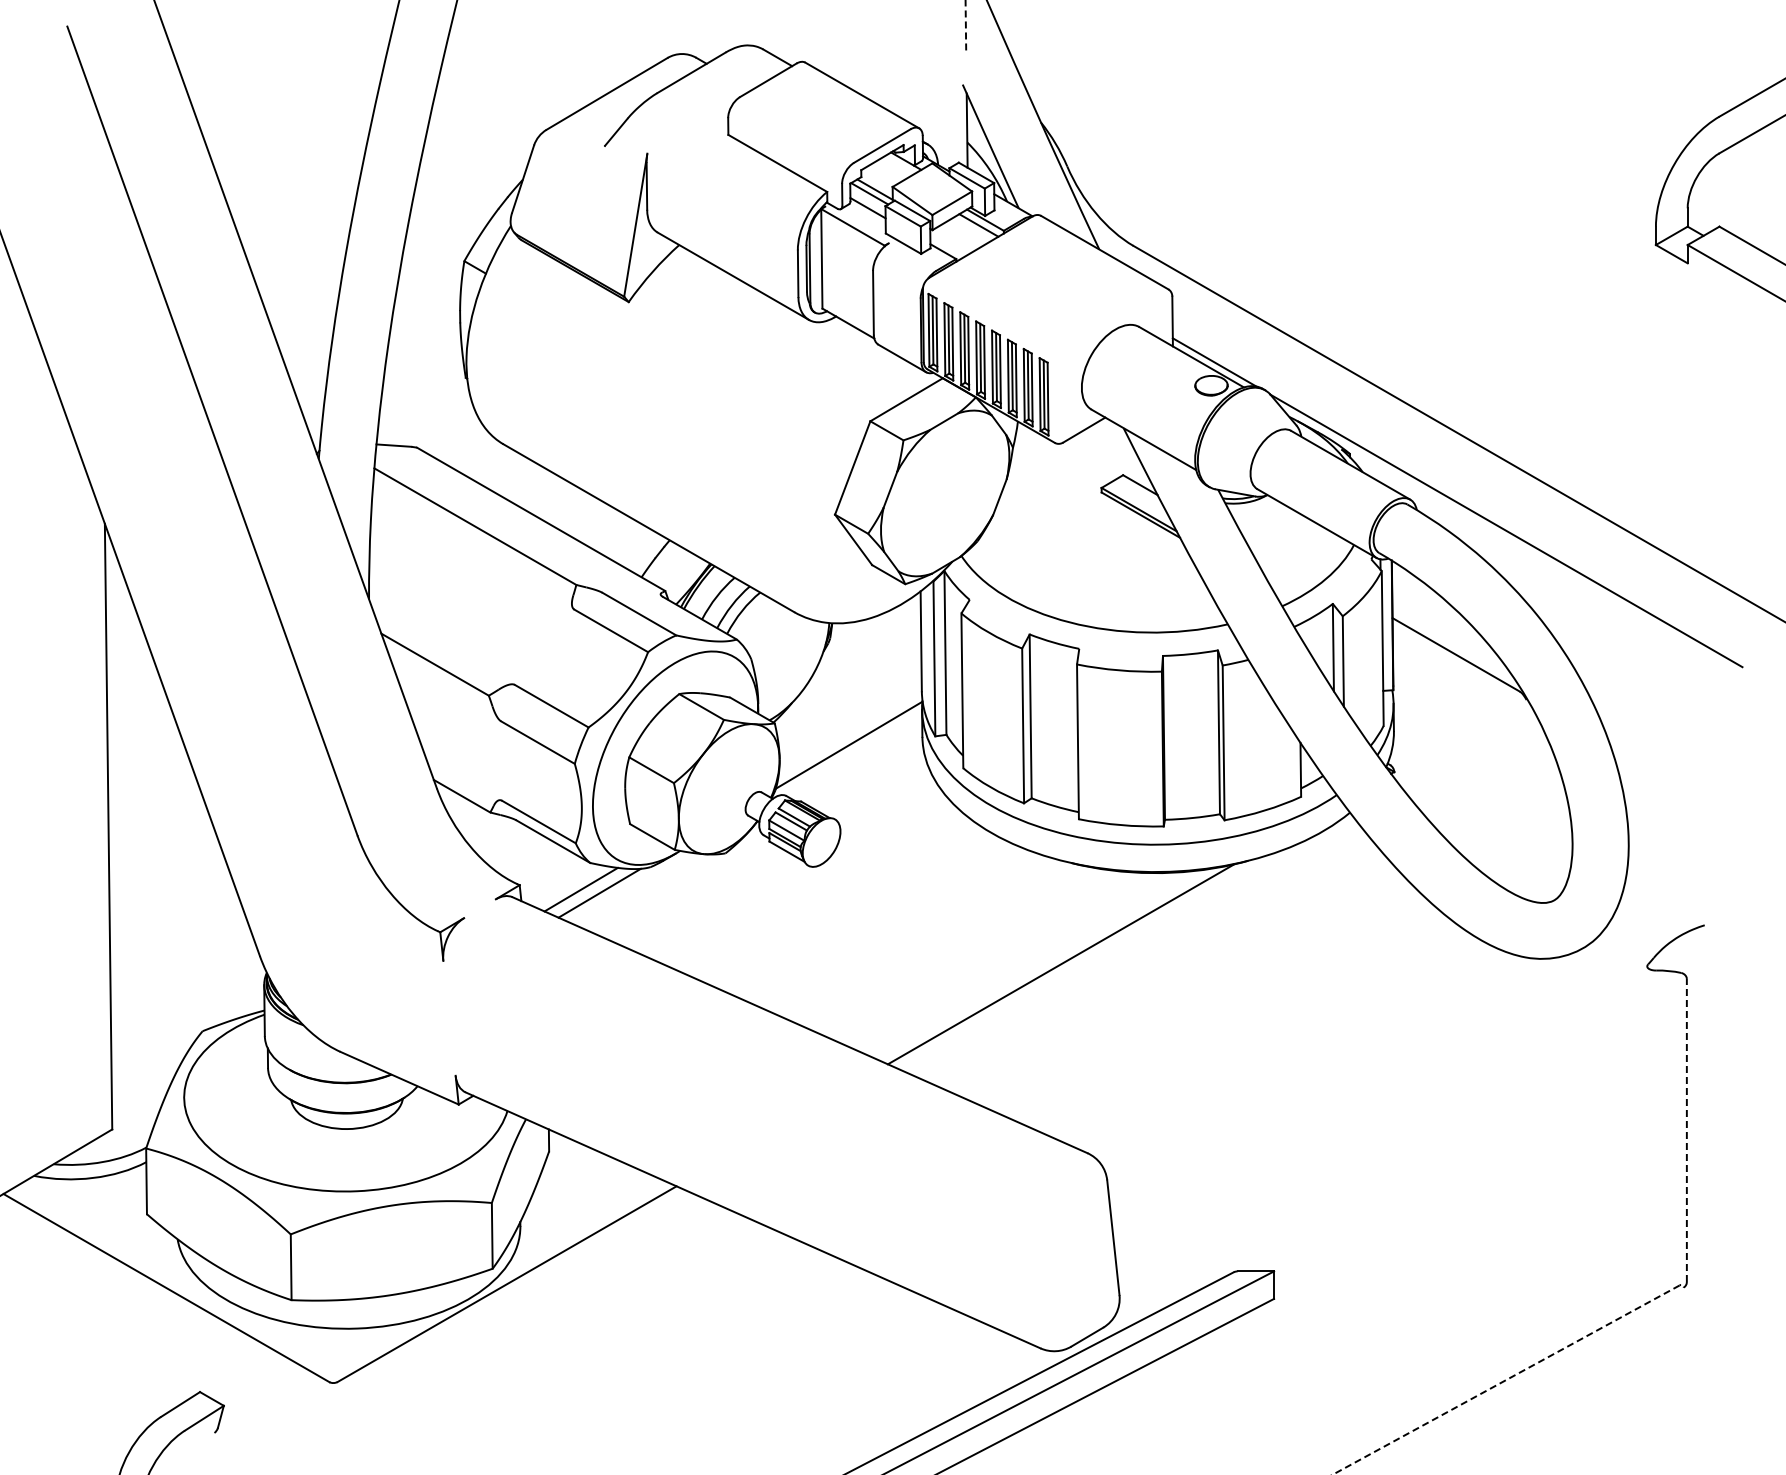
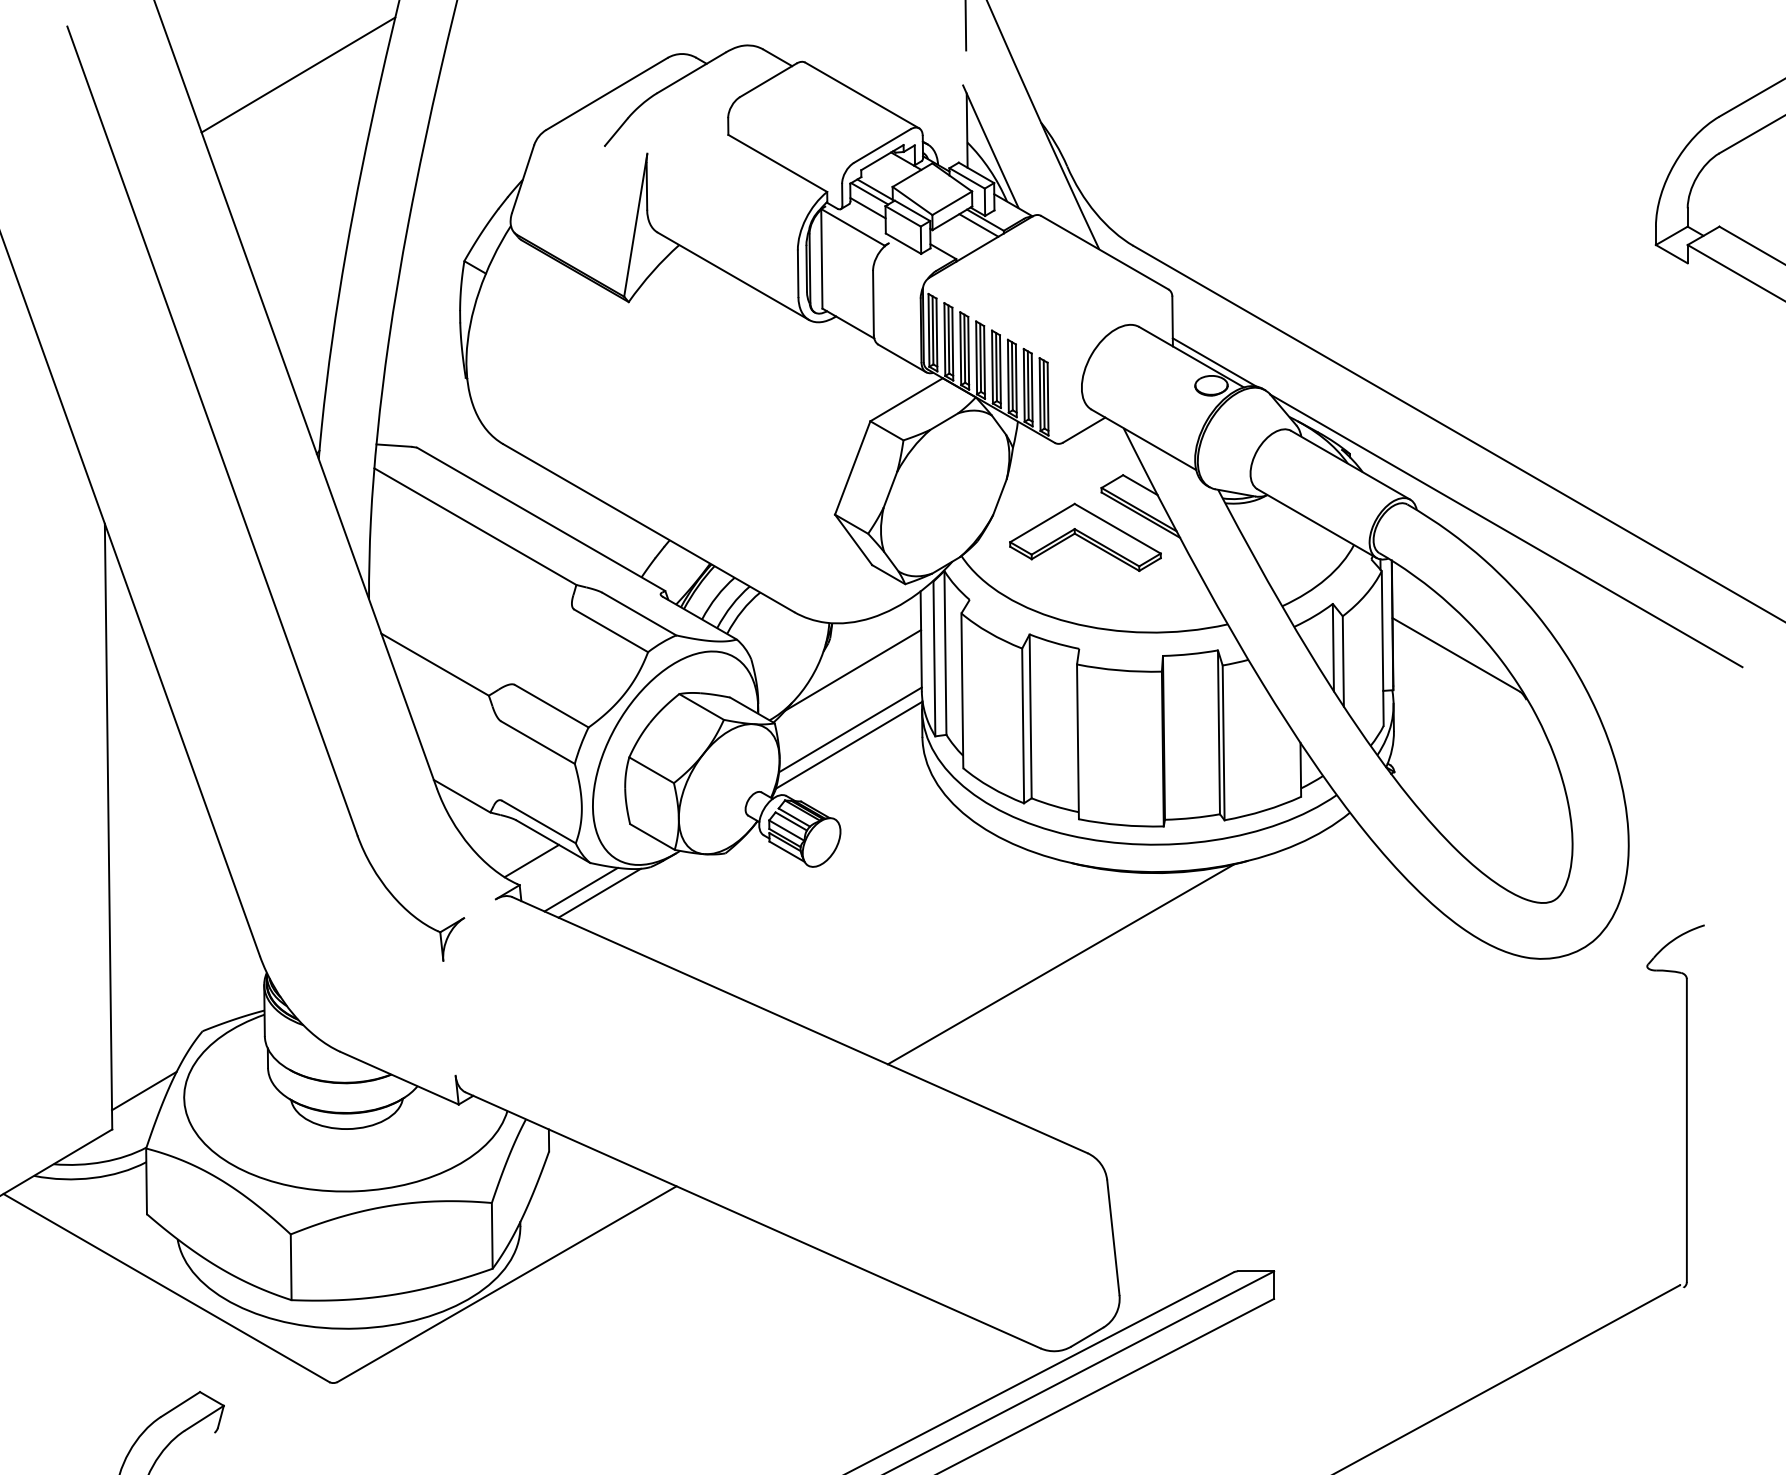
line at (965, 25): dashed -> solid
line at (298, 74): none -> present
part at (1085, 536): none -> present
line at (853, 670): none -> present
line at (850, 729): none -> present
line at (531, 860): none -> present
line at (144, 1090): none -> present
line at (1686, 1130): dashed -> solid
line at (1505, 1380): dashed -> solid
